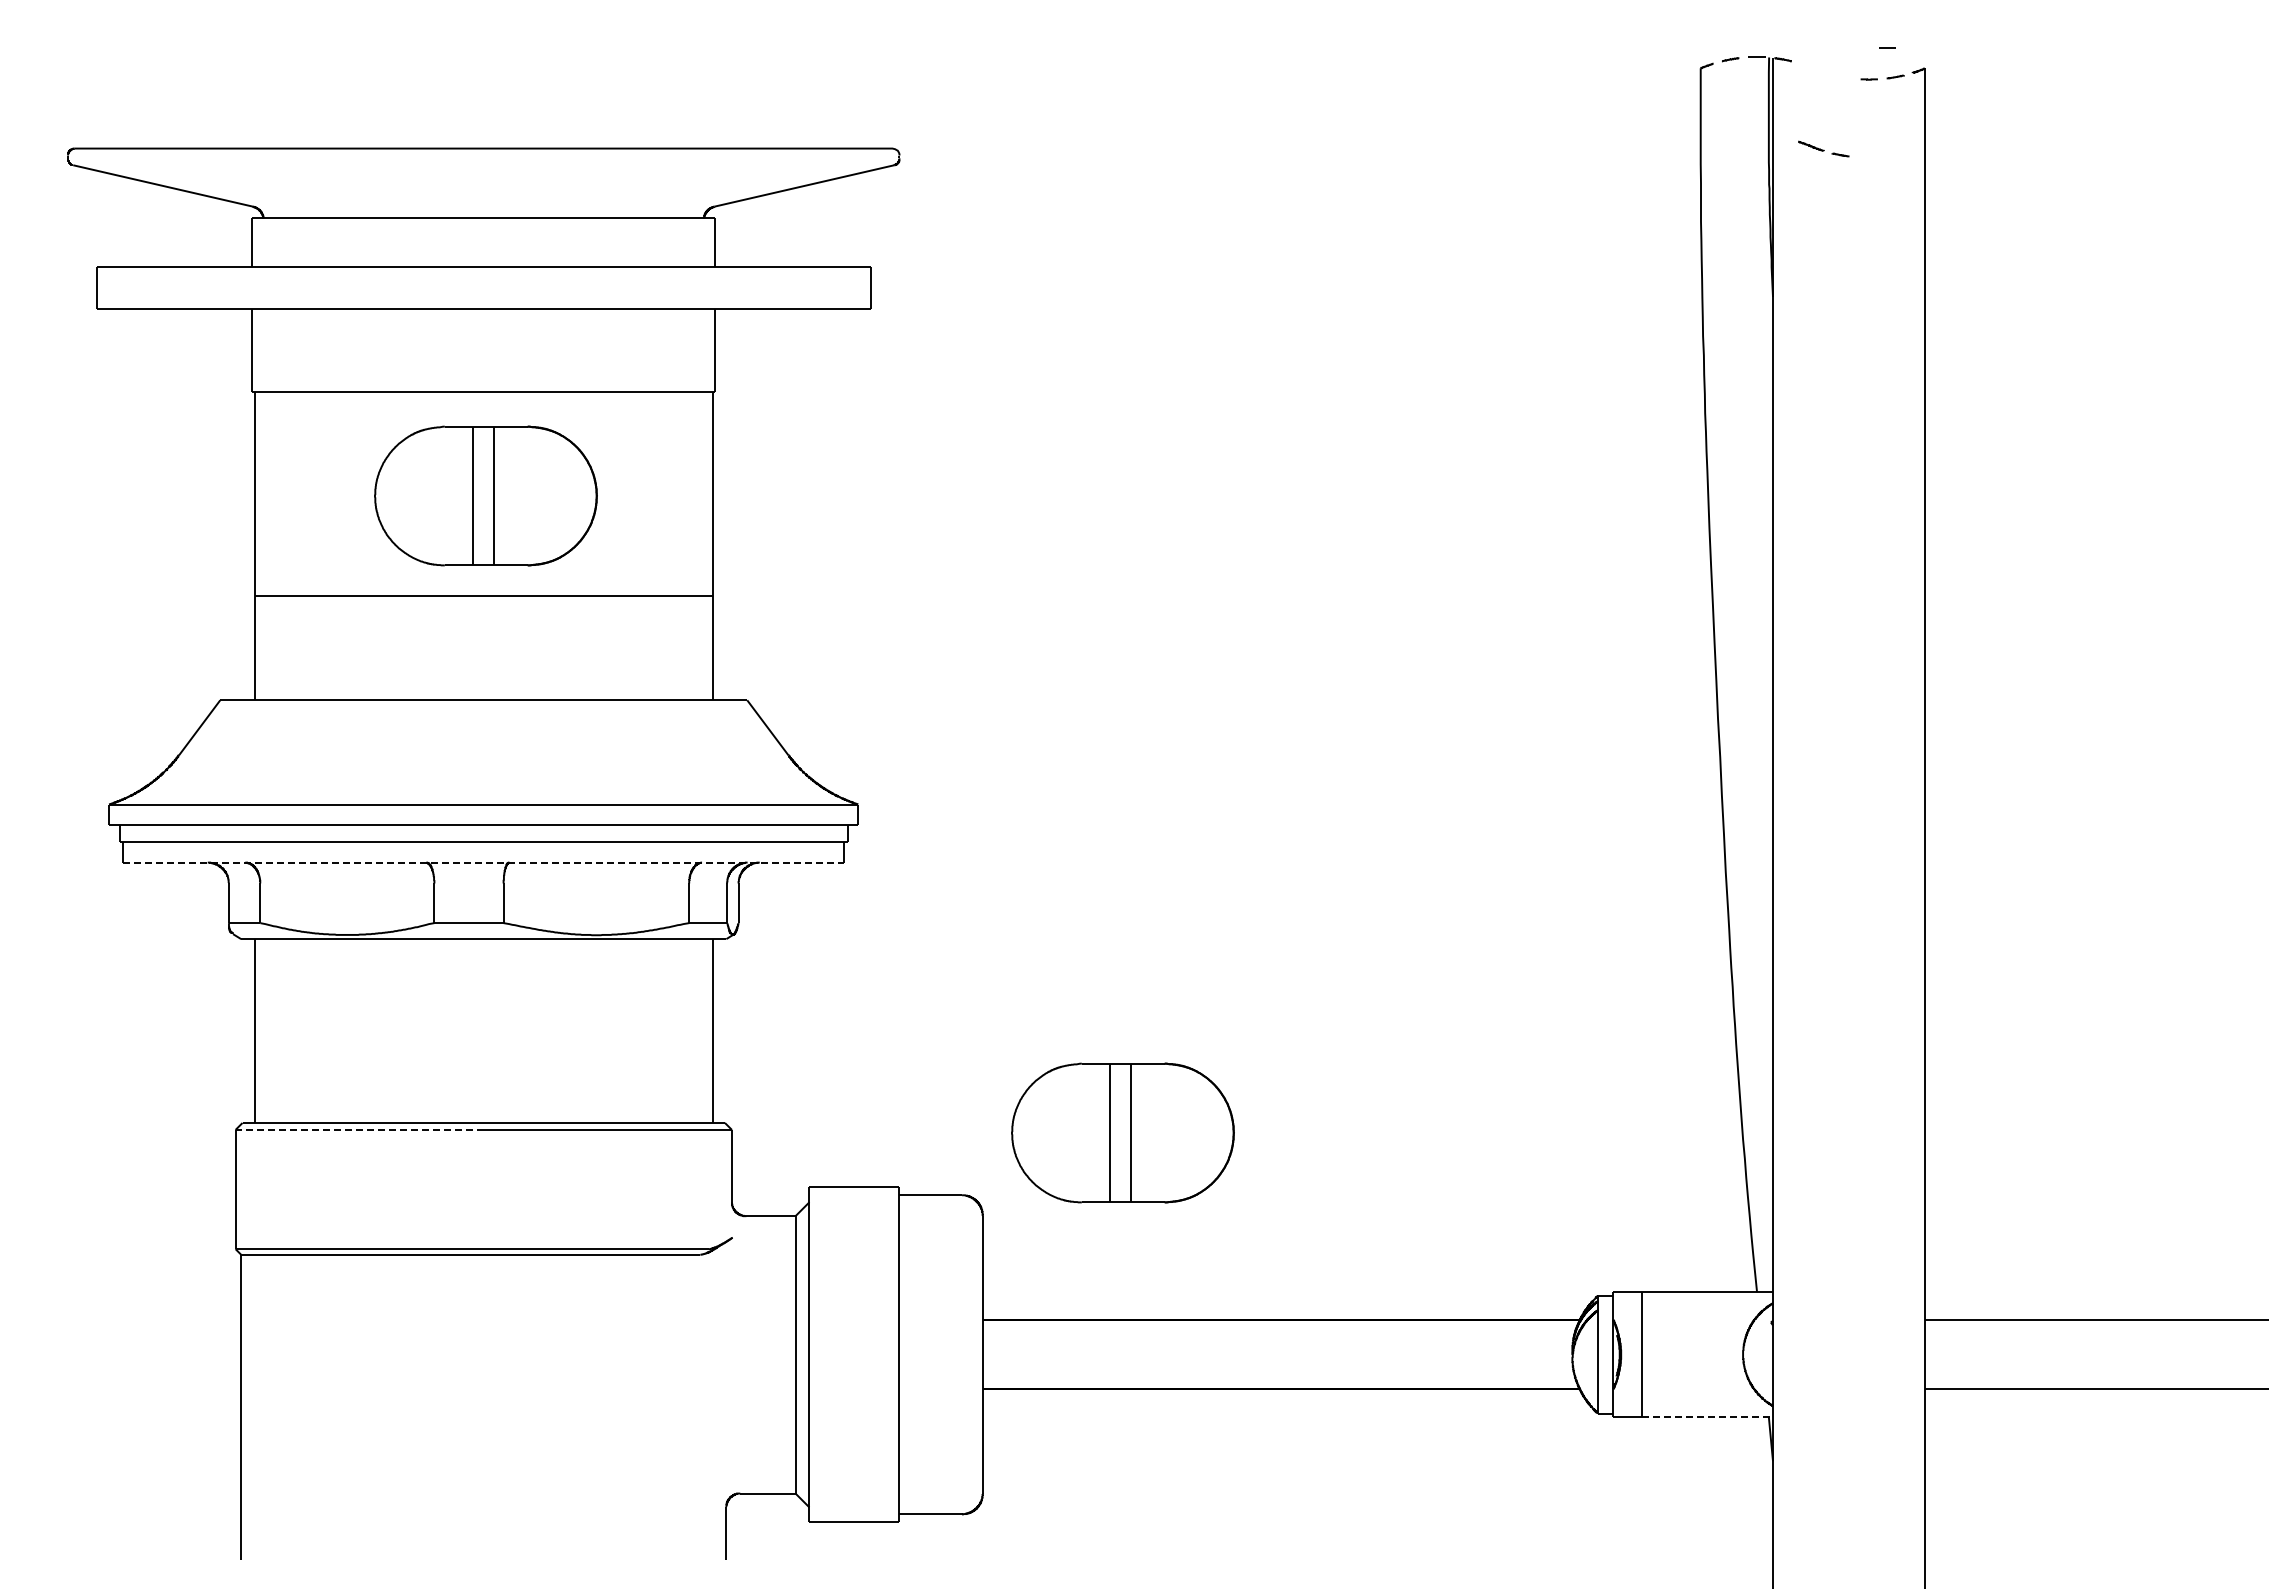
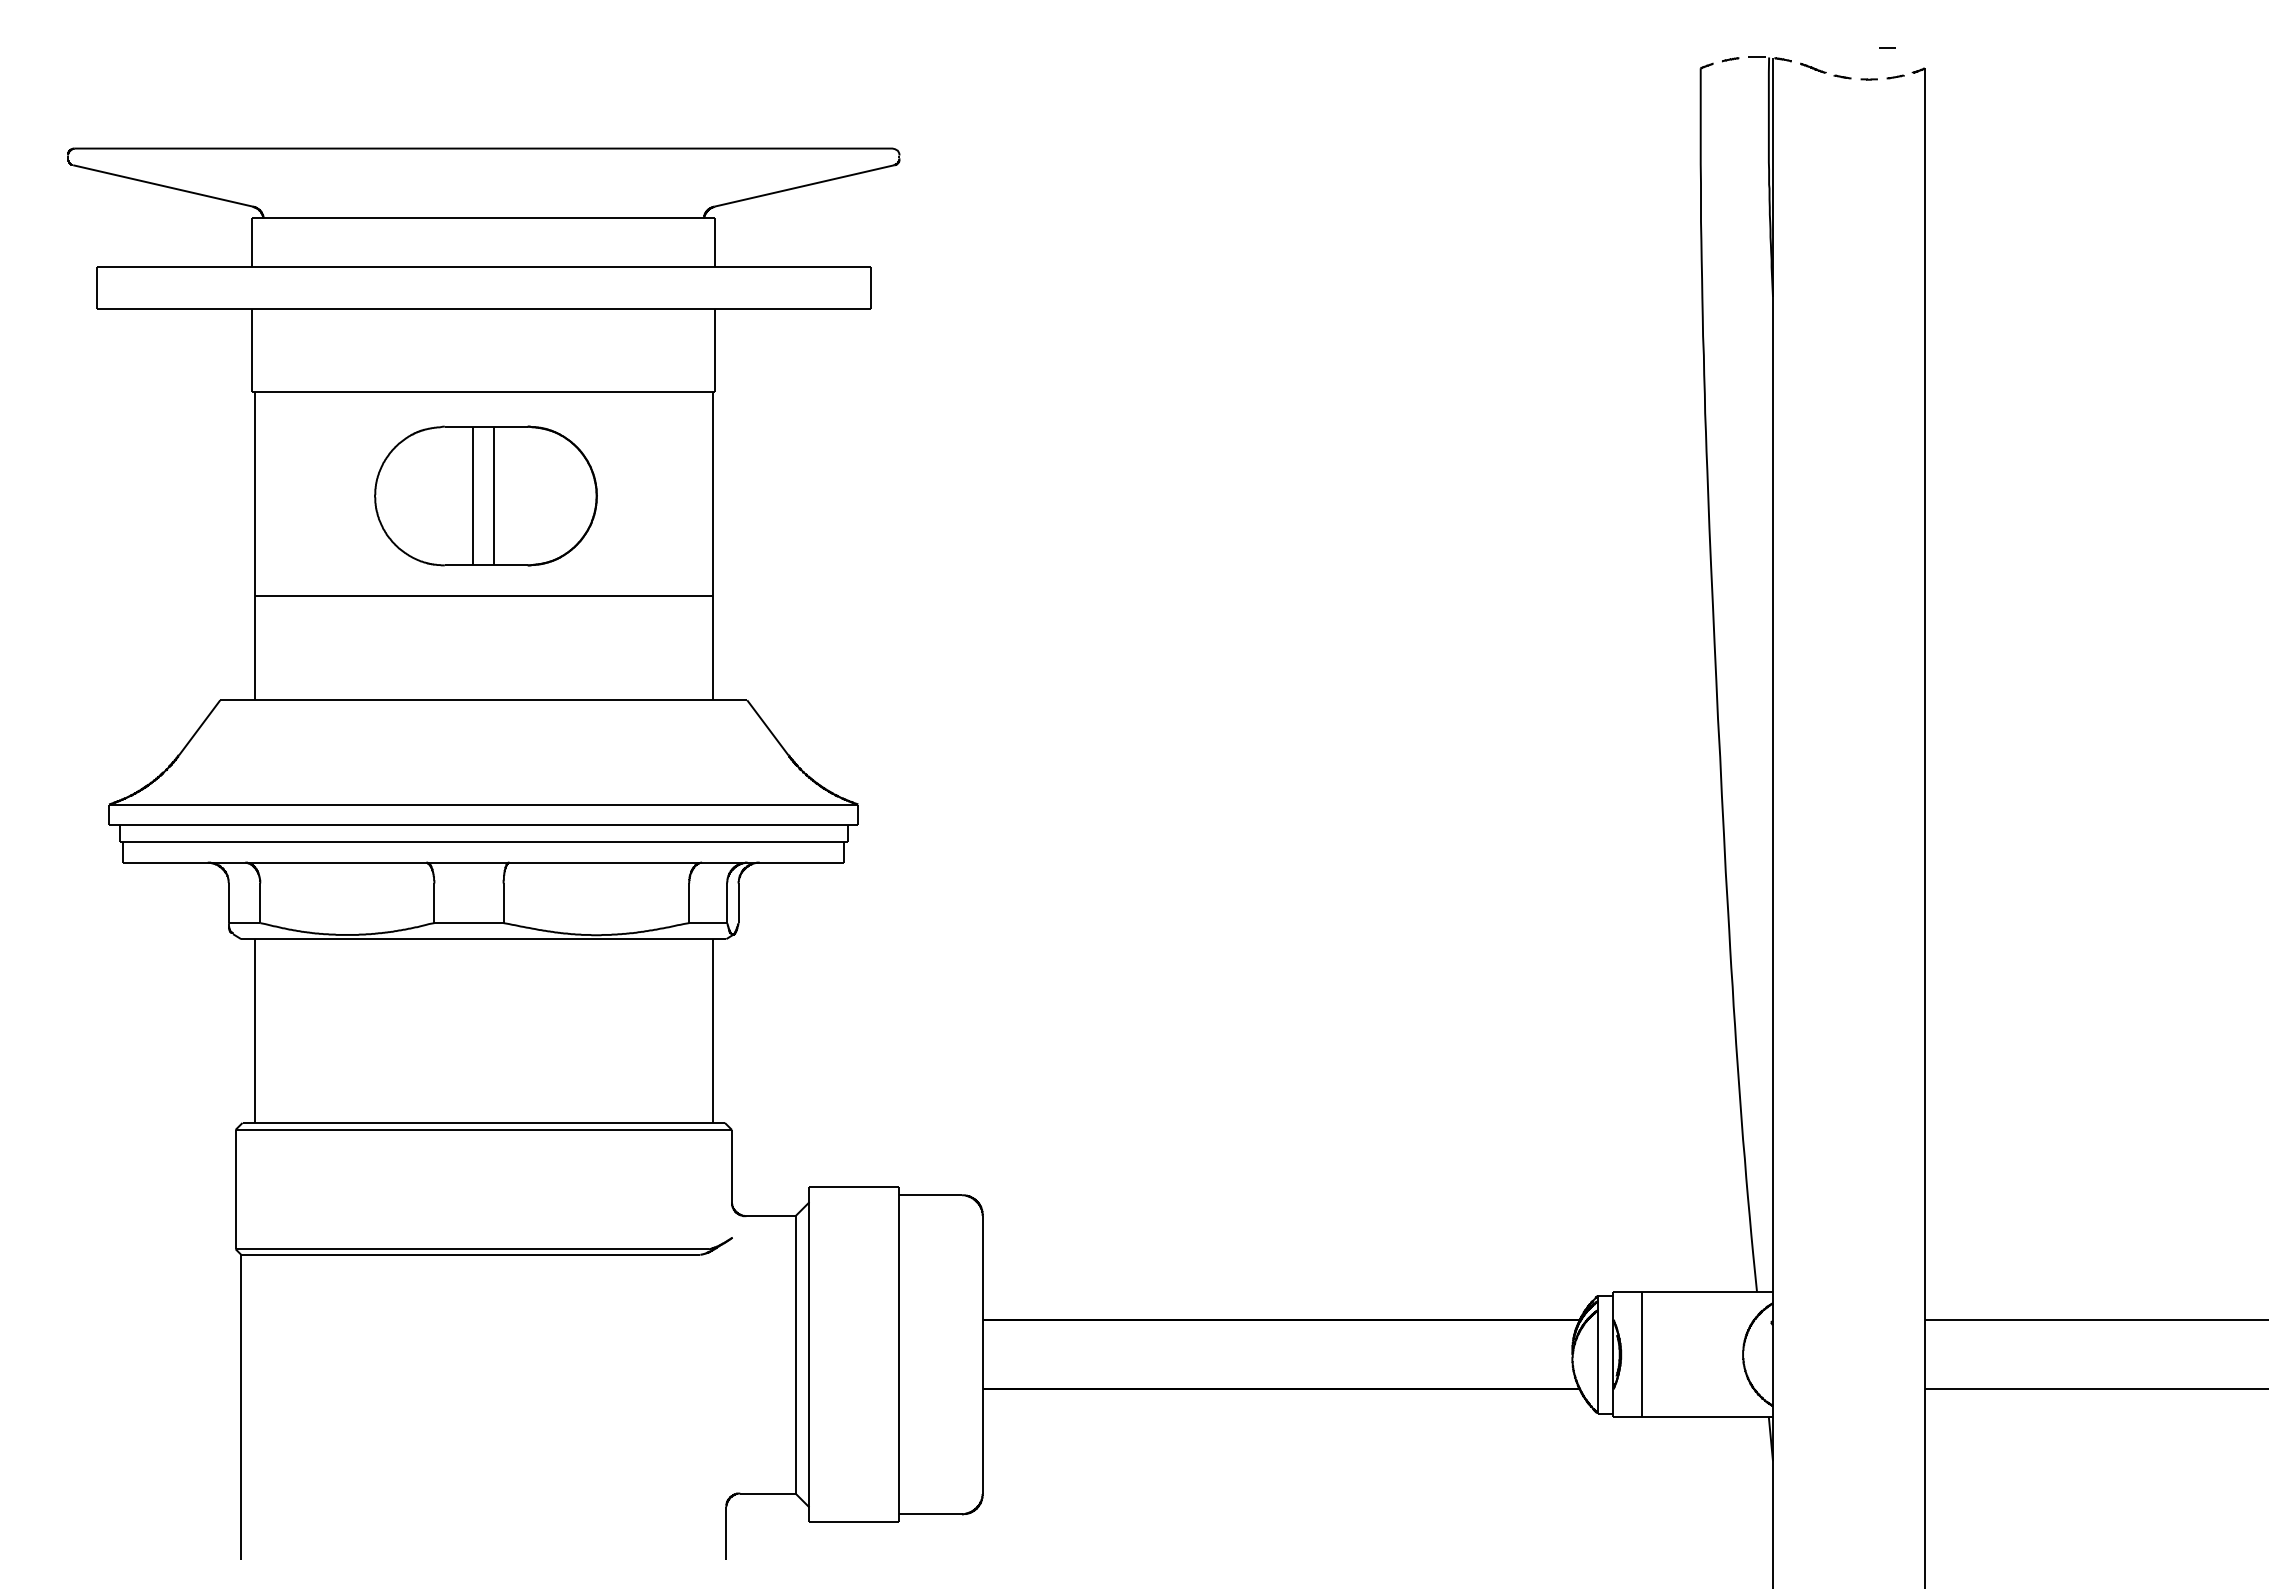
part at (1823, 148) position: (1823, 148) -> (1825, 70)
line at (484, 862): dashed -> solid
line at (359, 1129): dashed -> solid
part at (1122, 1132): present -> none
line at (1707, 1417): dashed -> solid
